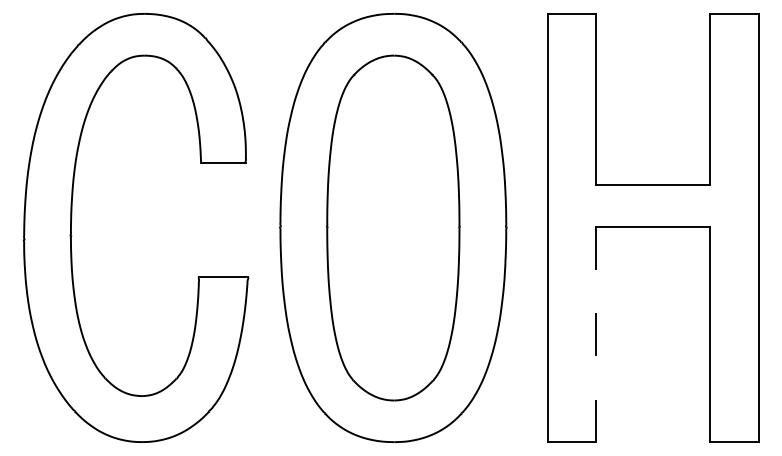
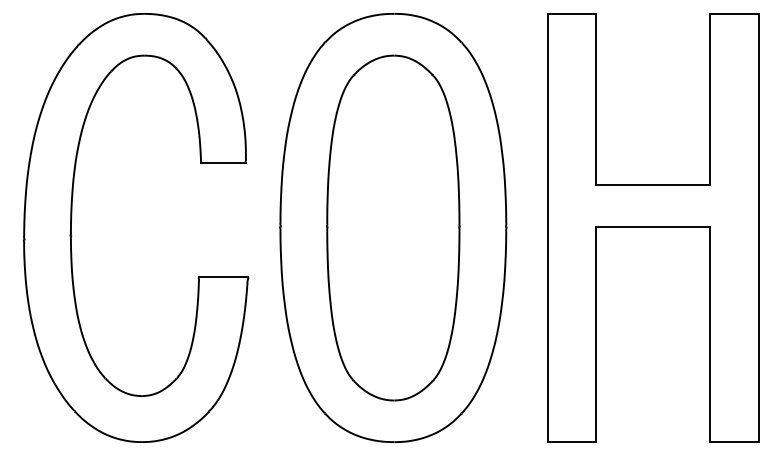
line at (595, 334): dashed -> solid
